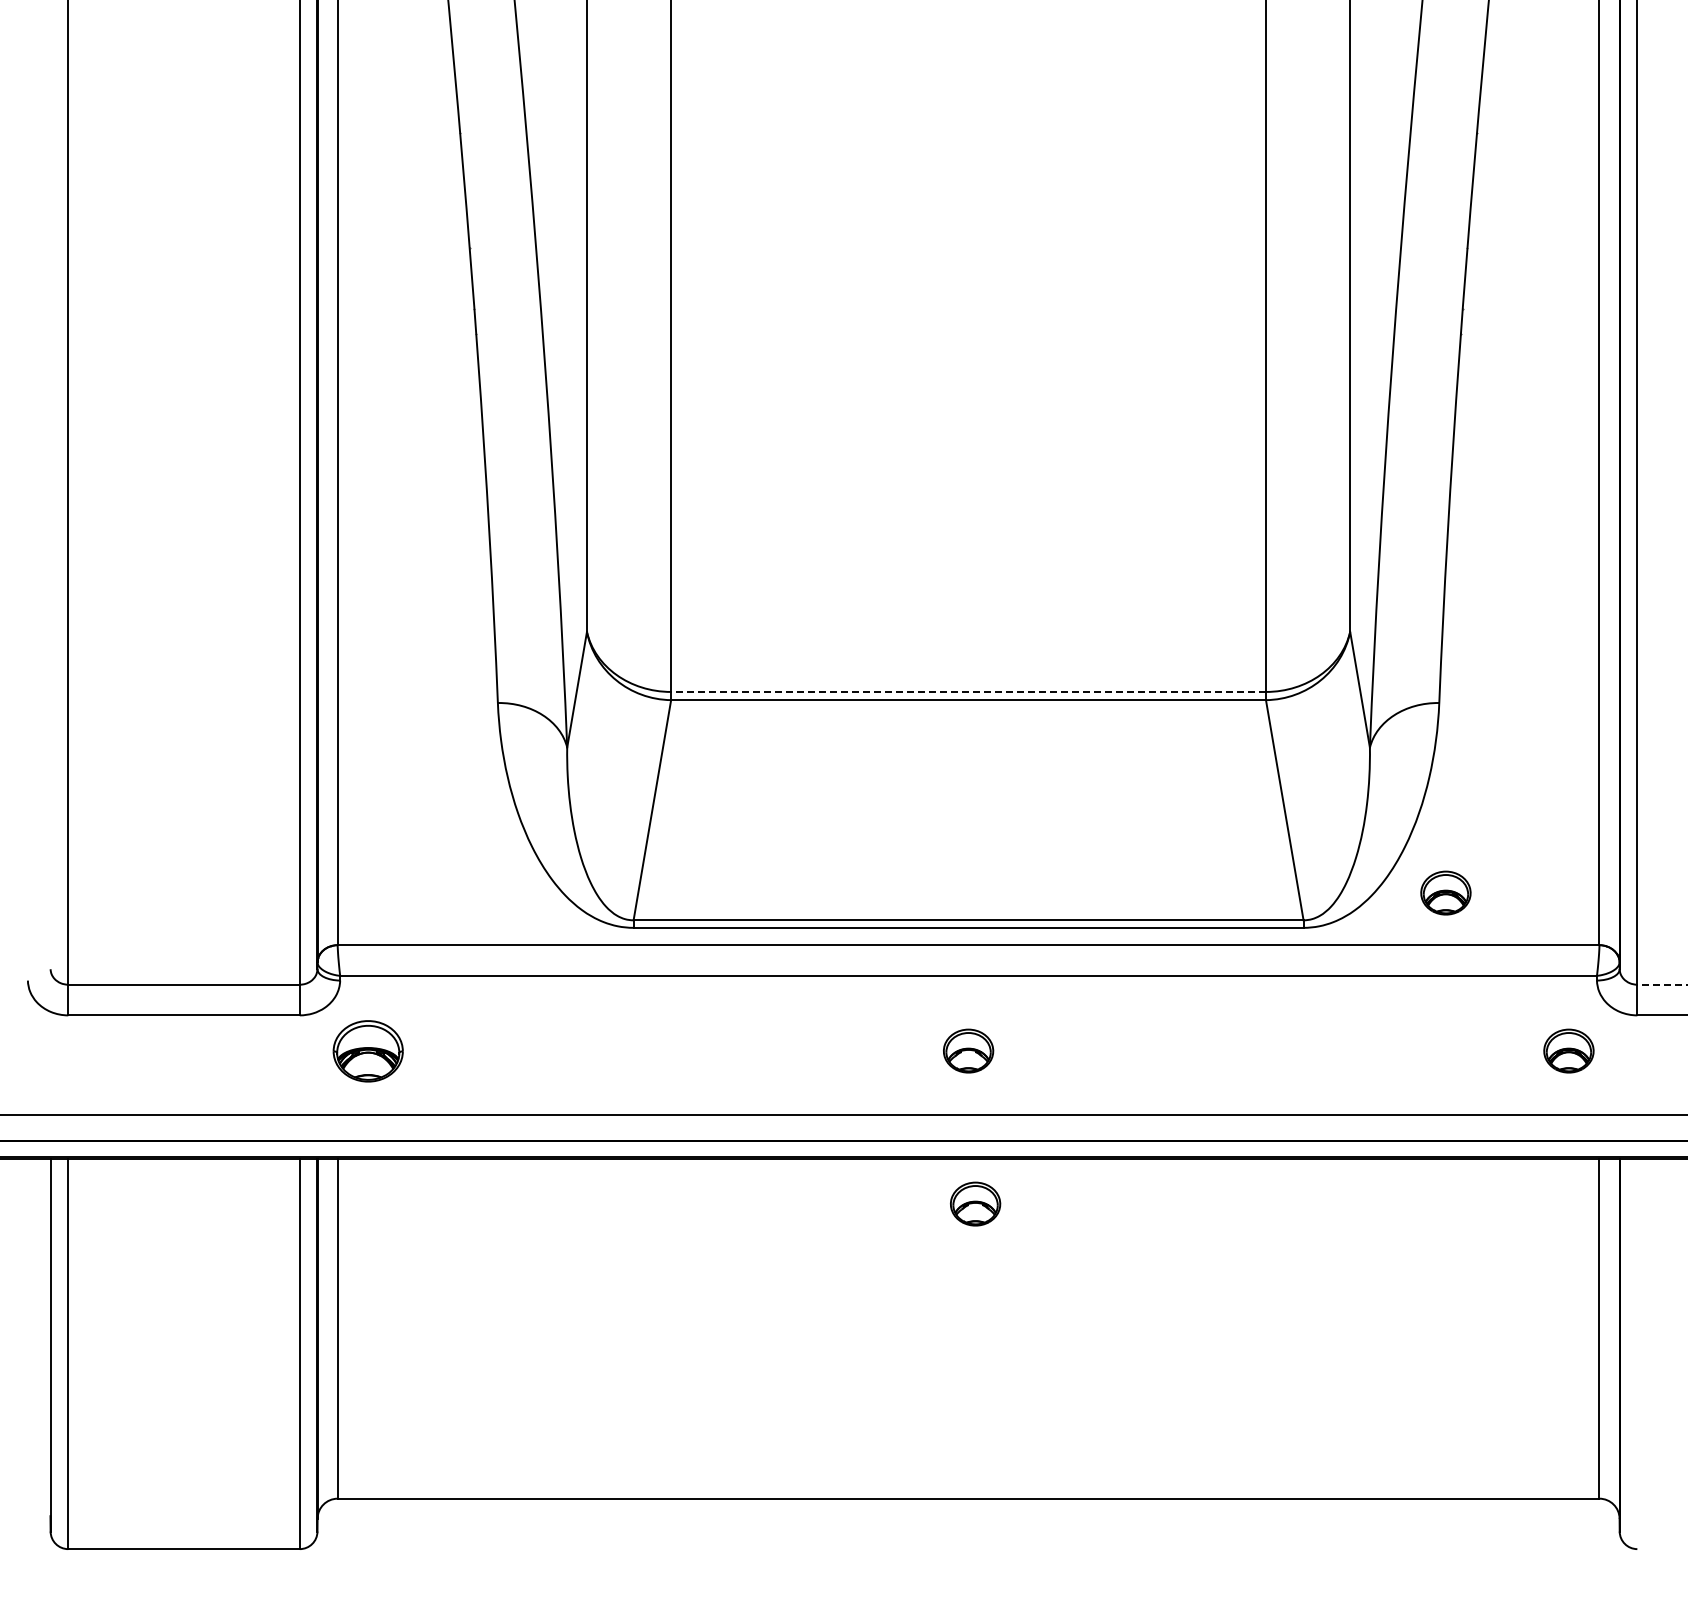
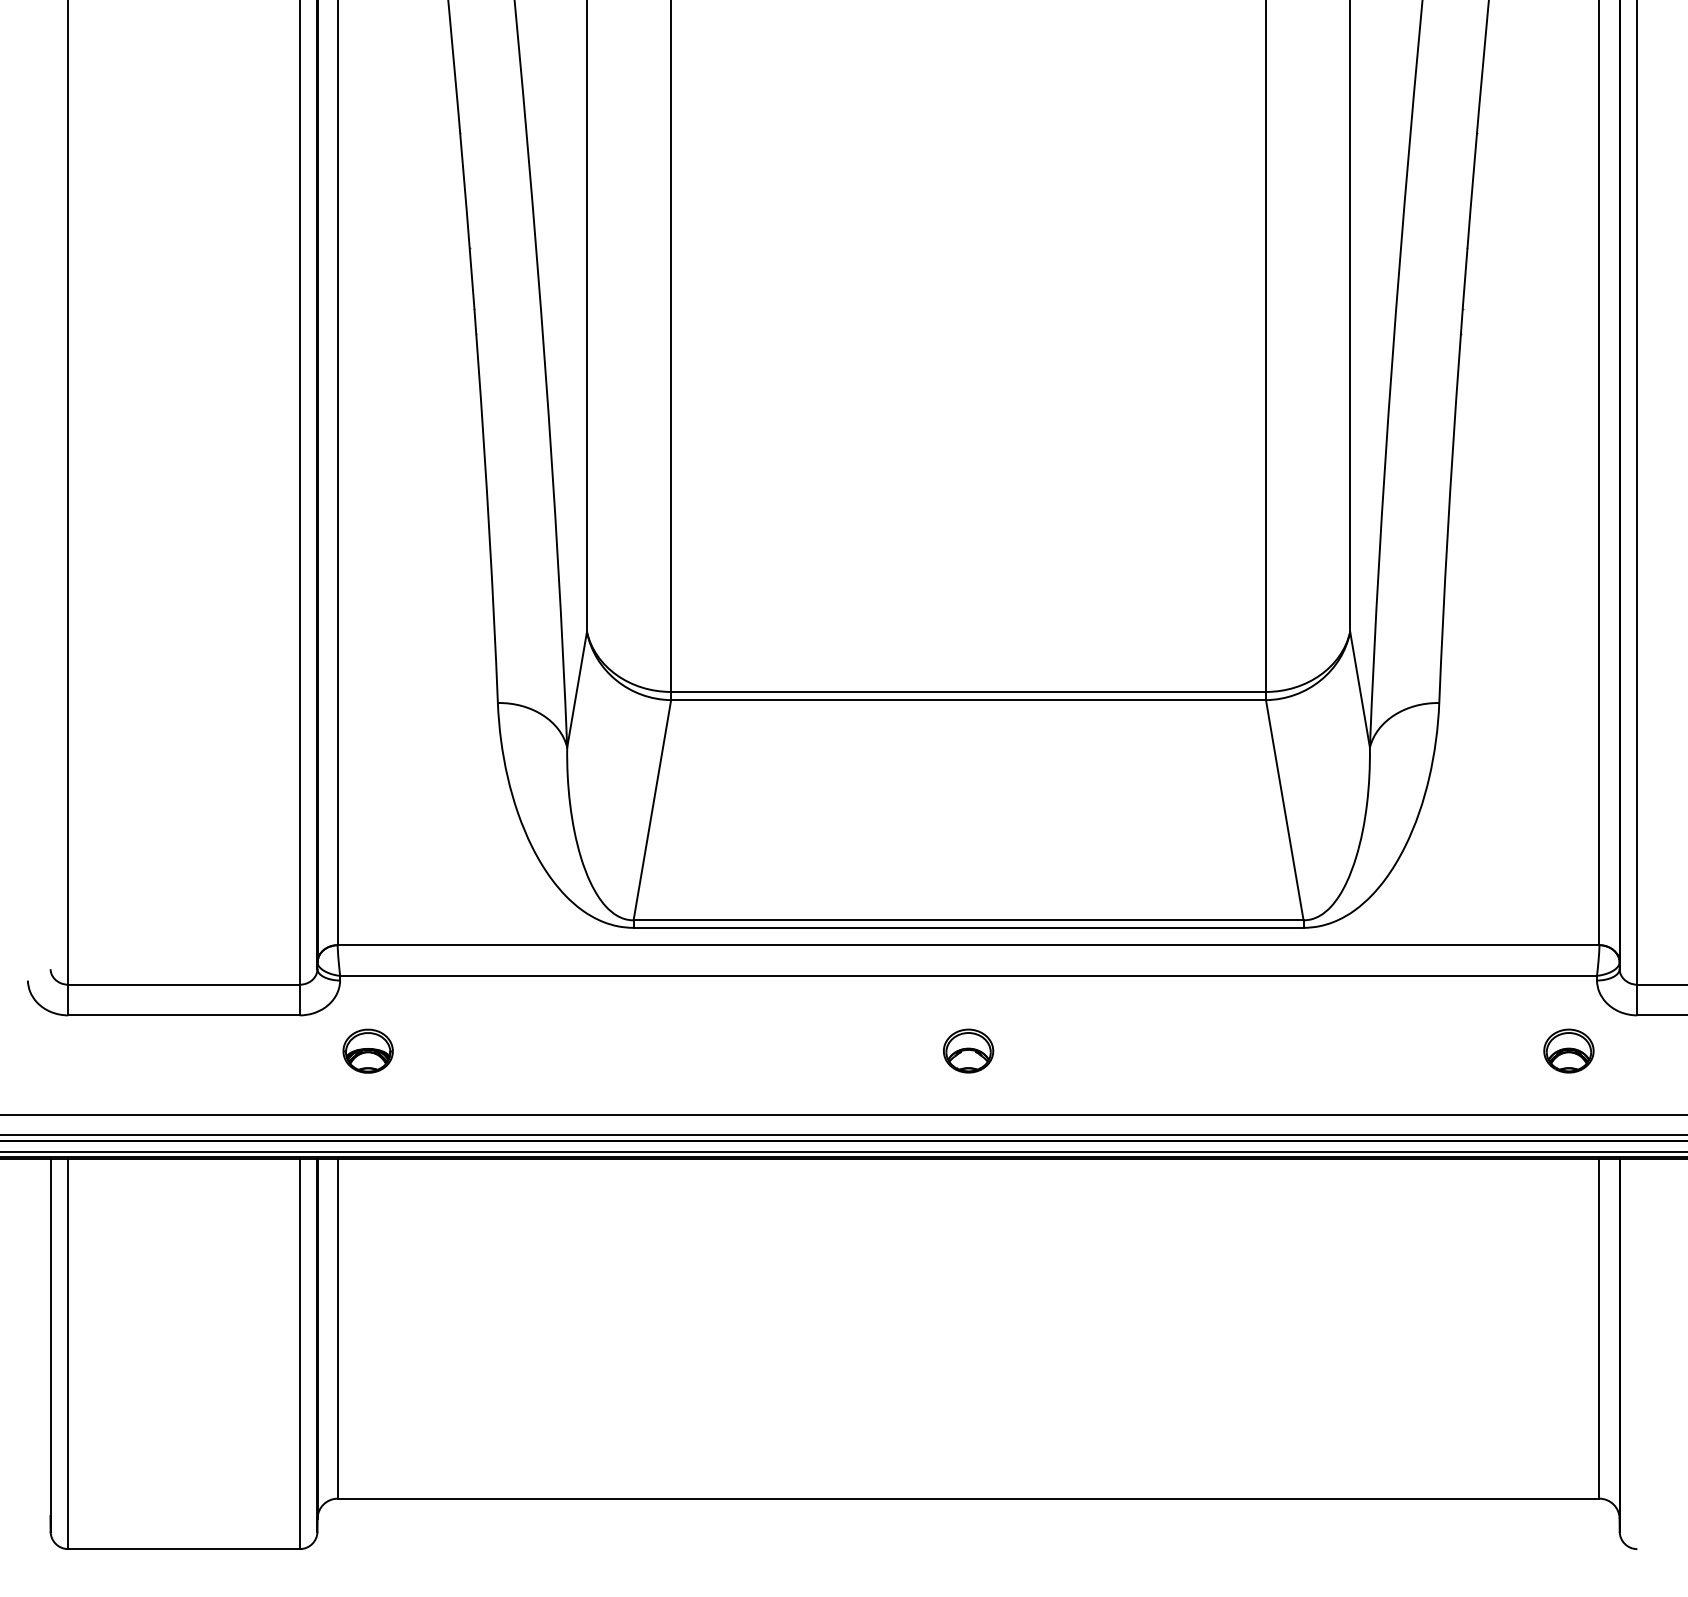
line at (968, 691): dashed -> solid
part at (1445, 892): present -> none
line at (1662, 984): dashed -> solid
part at (367, 1051) size: 72x63 px -> 52x46 px
line at (843, 1135): none -> present
line at (843, 1151): none -> present
part at (975, 1203): present -> none
